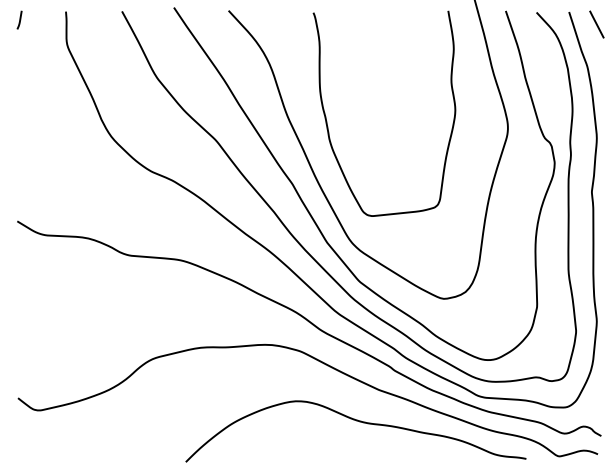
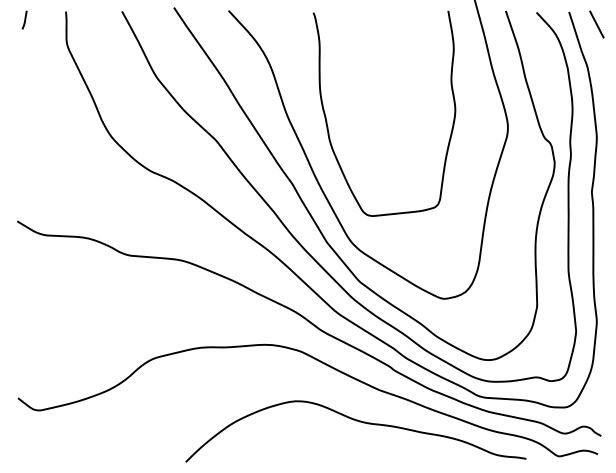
line at (19, 19) position: (19, 19) -> (24, 19)
